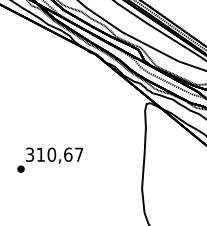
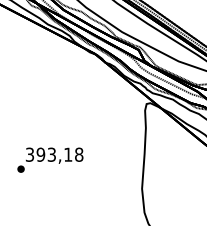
text at (59, 154): 310,67 -> 393,18
